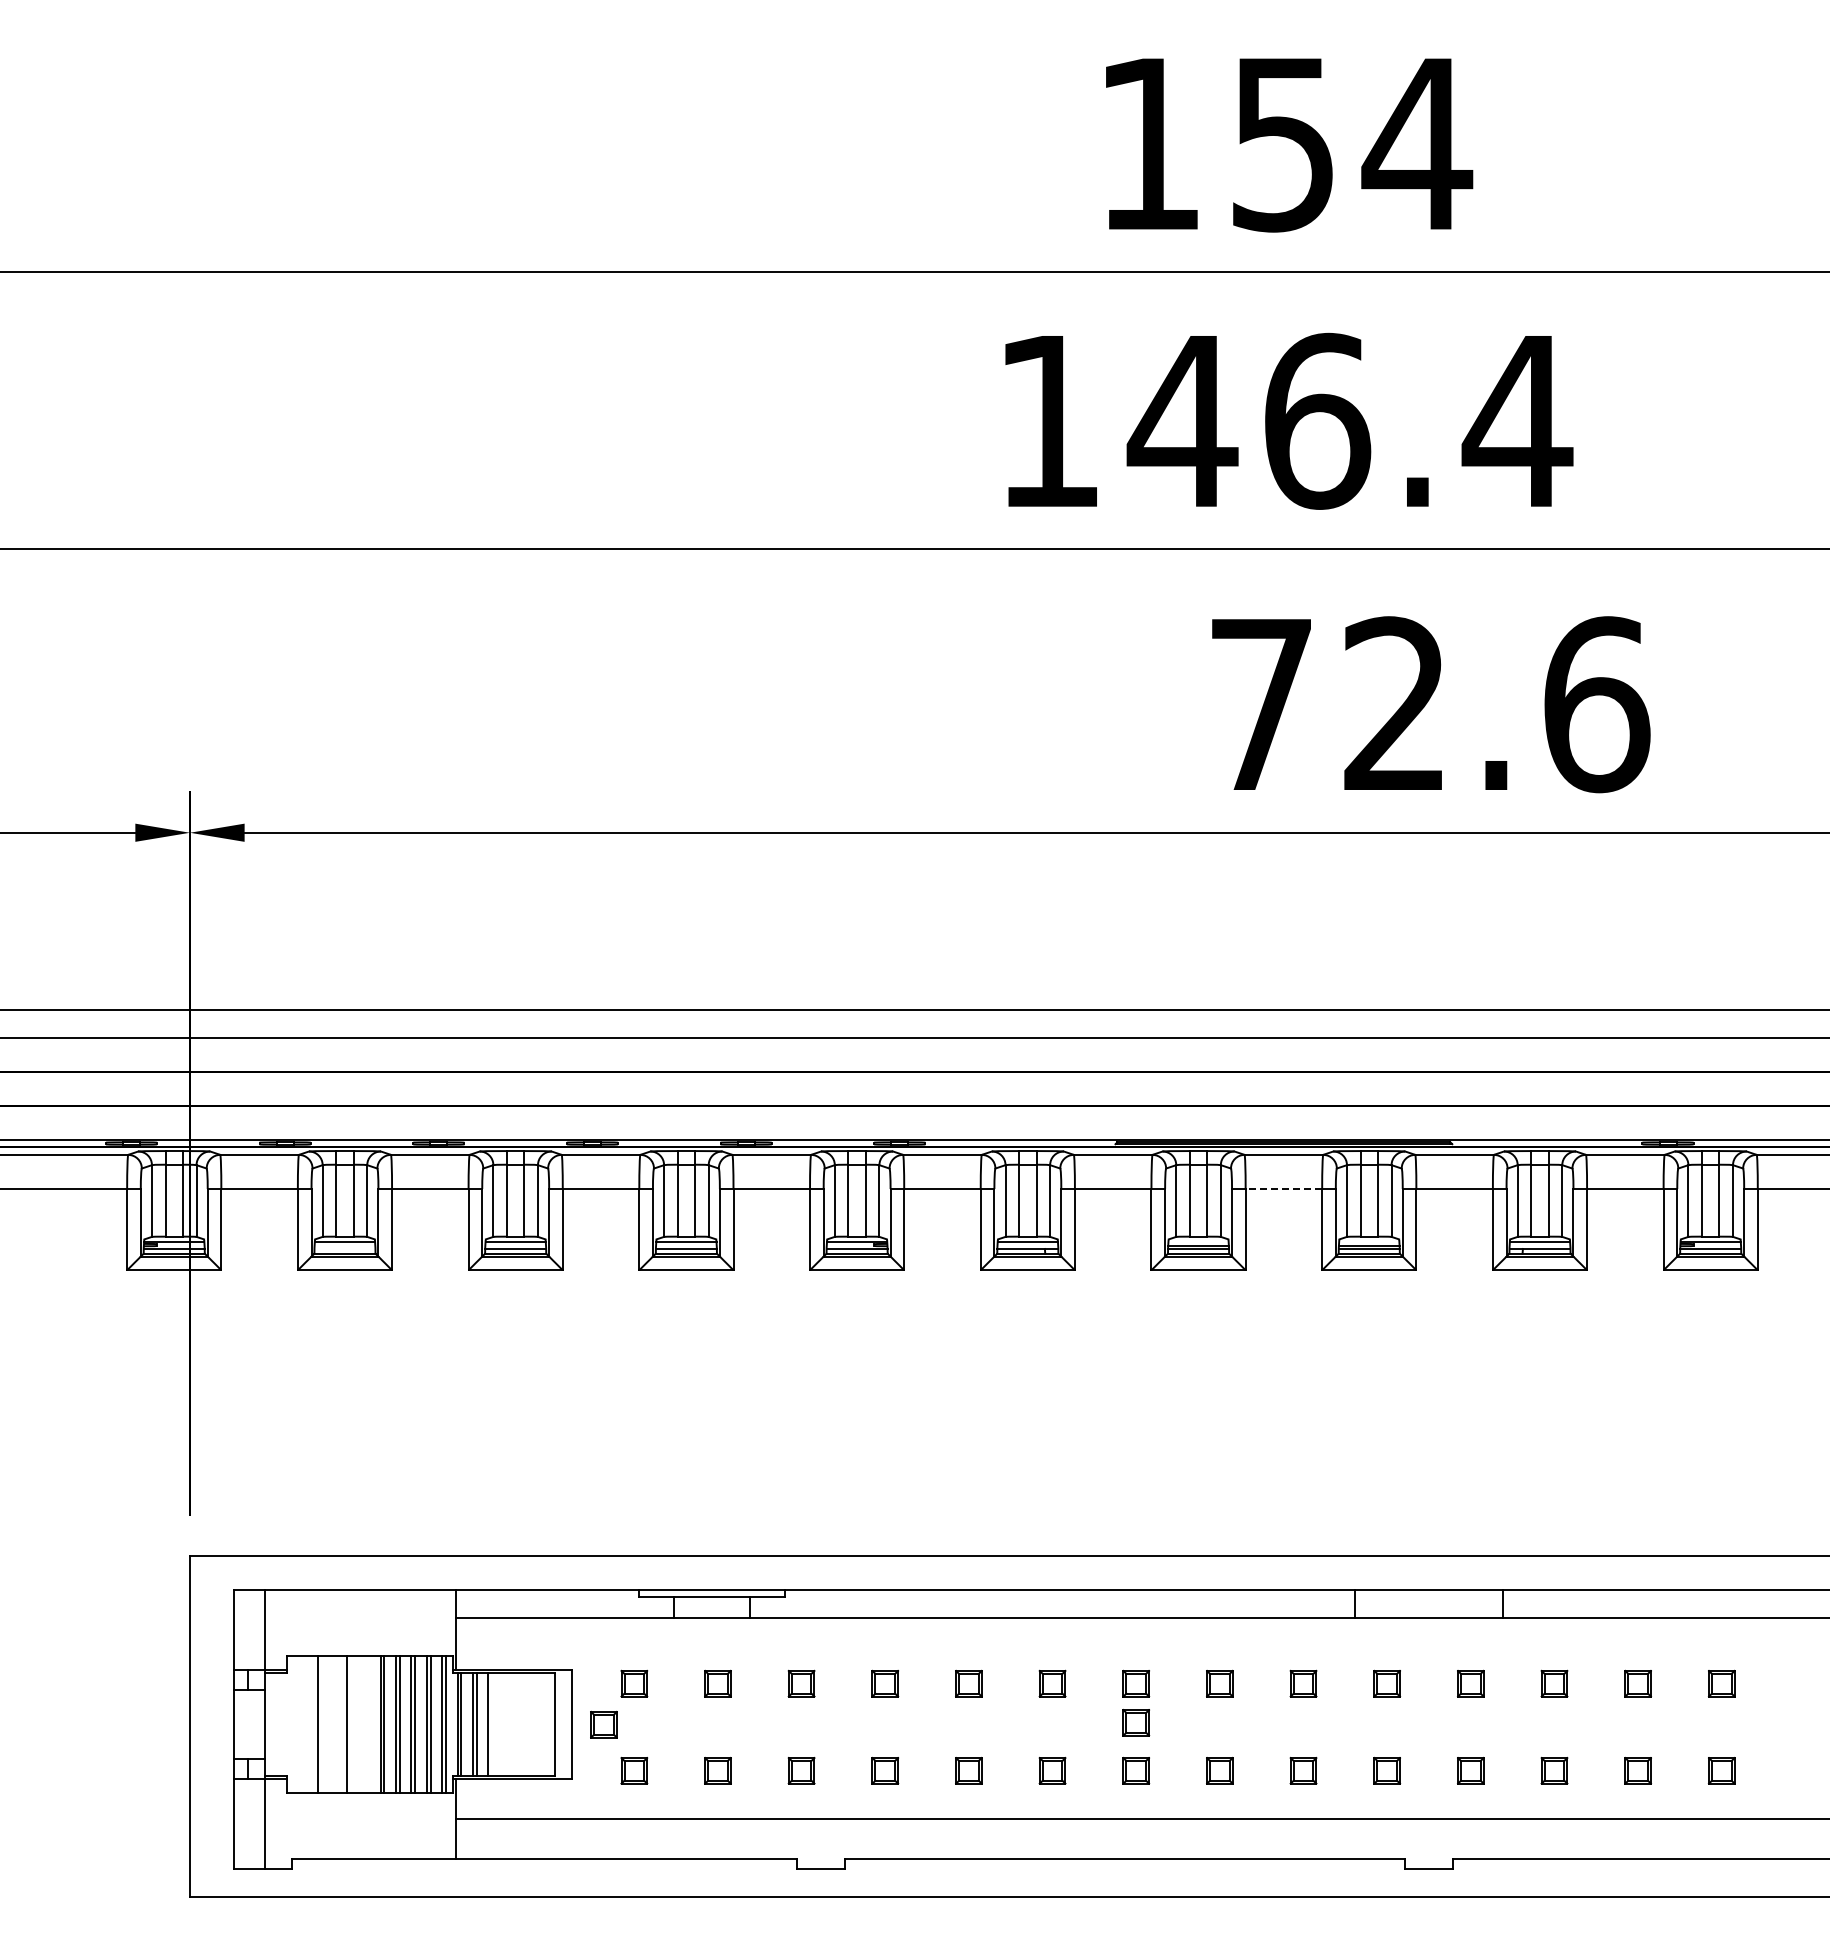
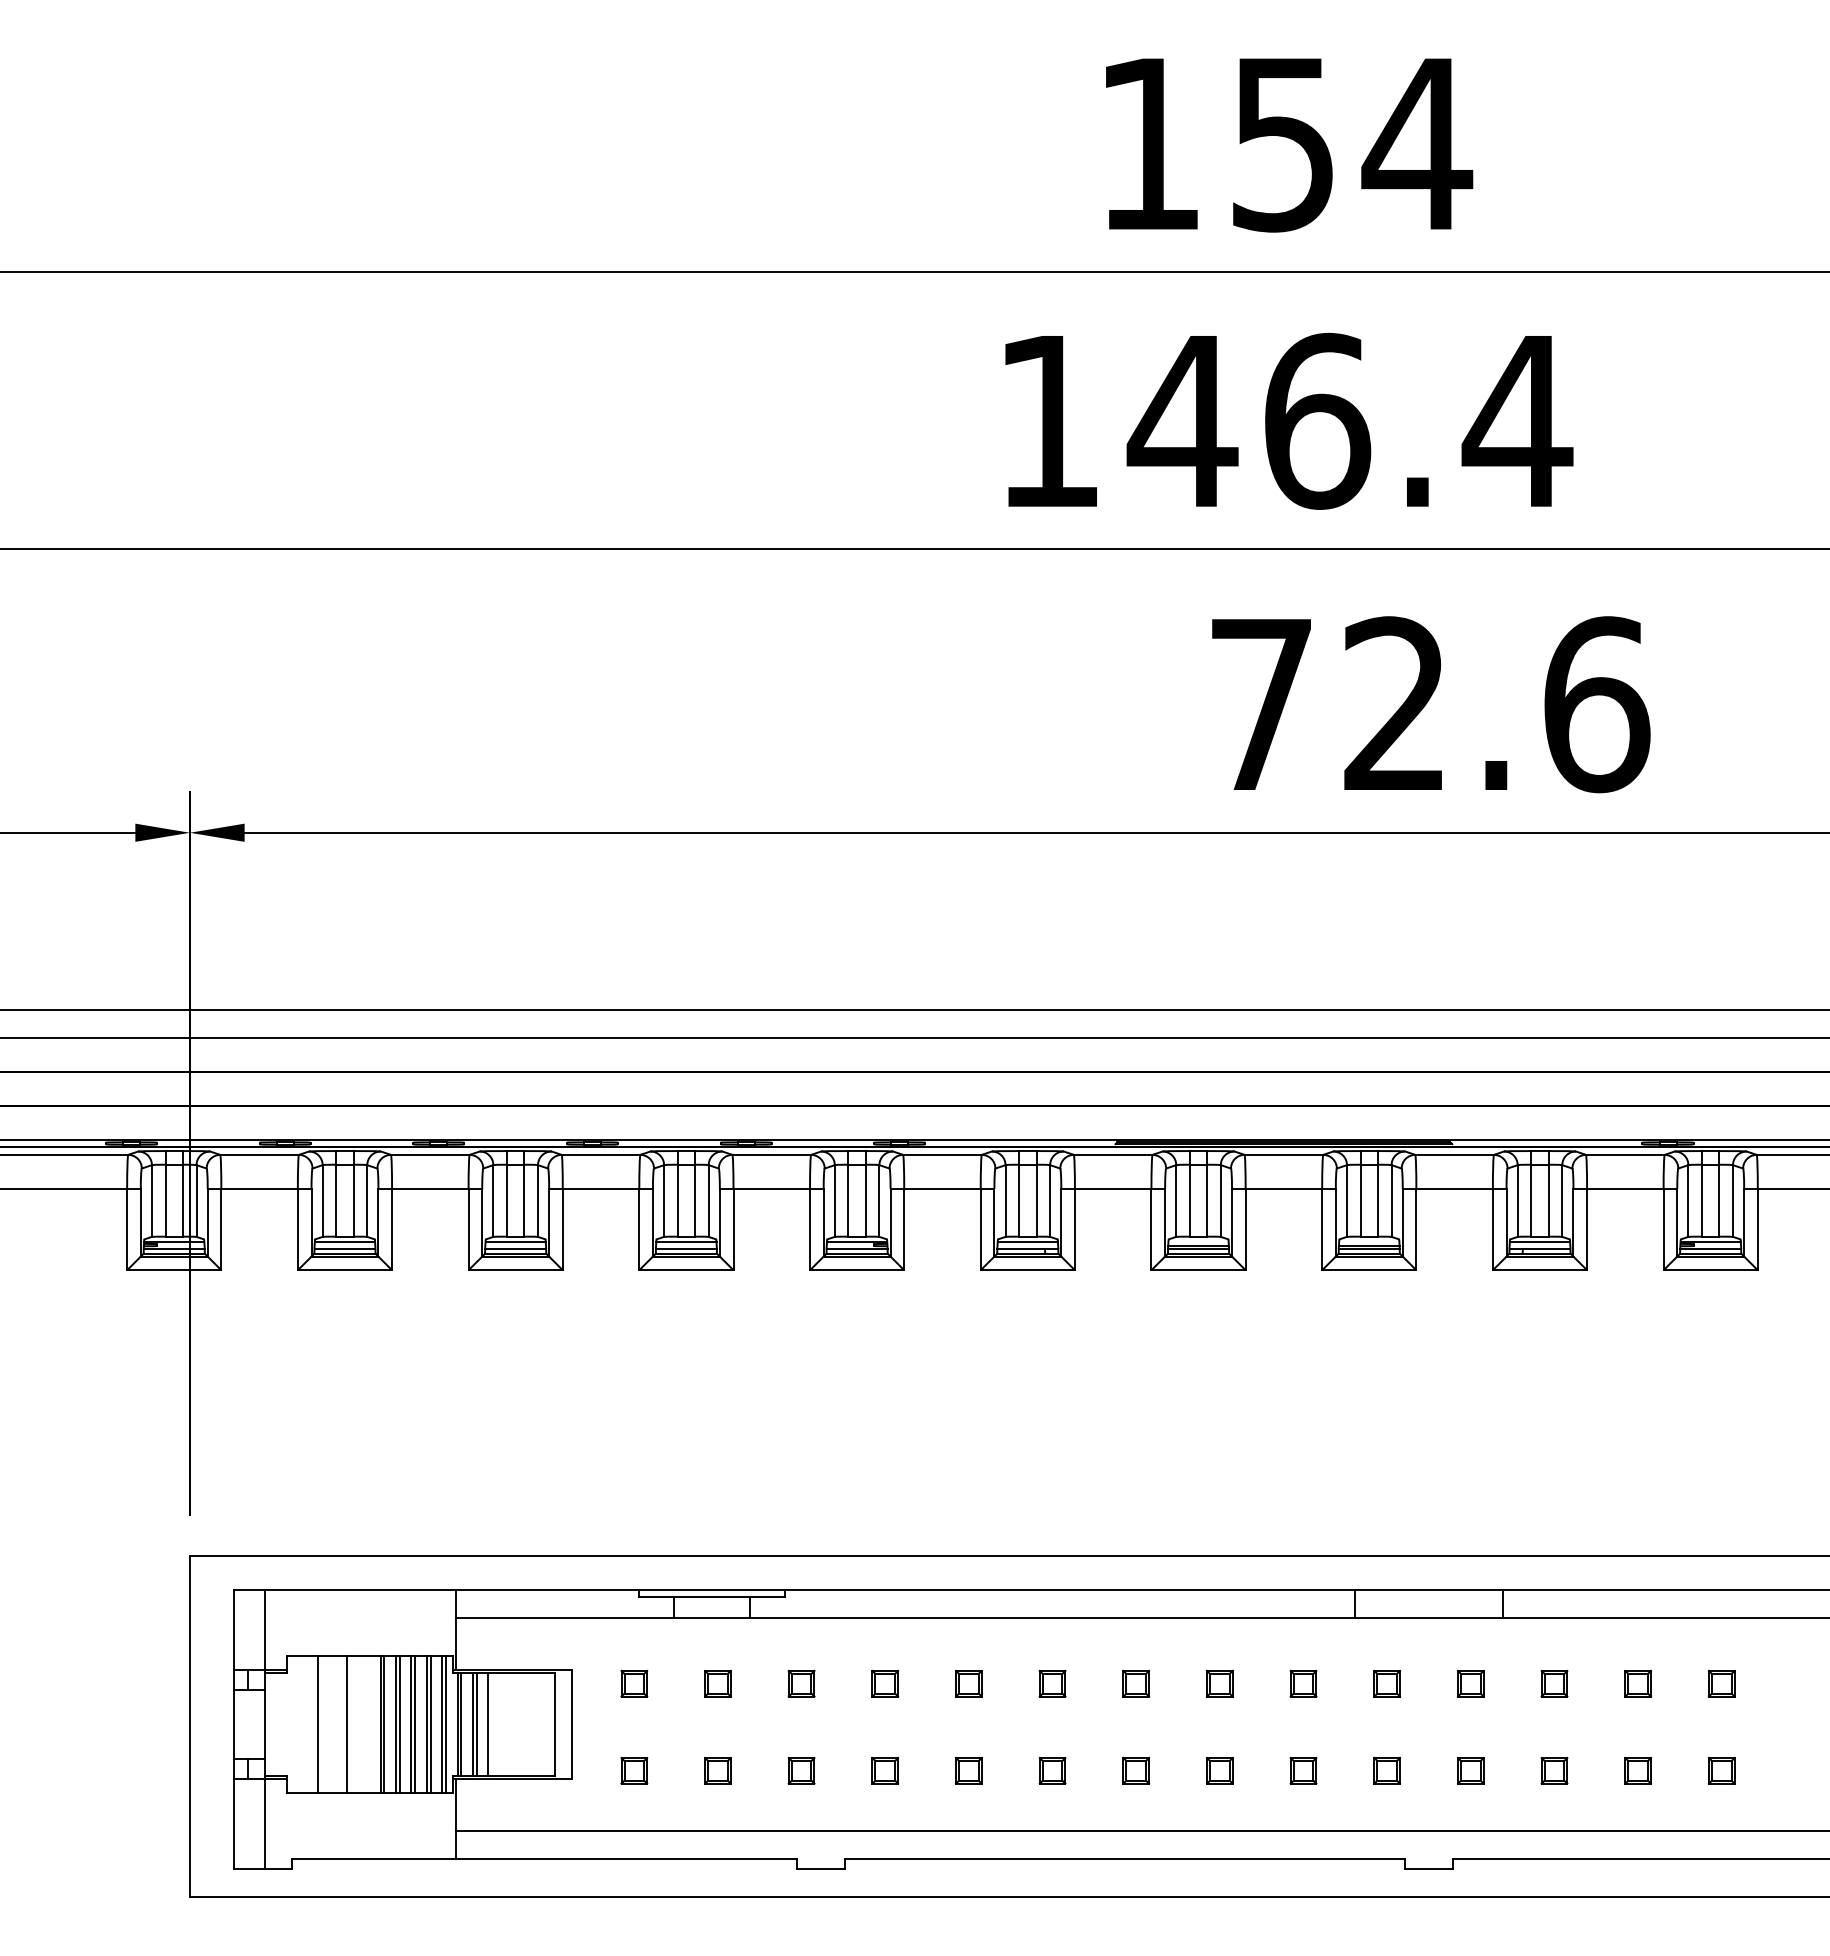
line at (1283, 1189): dashed -> solid
line at (344, 1248): none -> present
part at (1136, 1722): present -> none
part at (603, 1724): present -> none
line at (1140, 1819) position: (1140, 1819) -> (1140, 1831)
